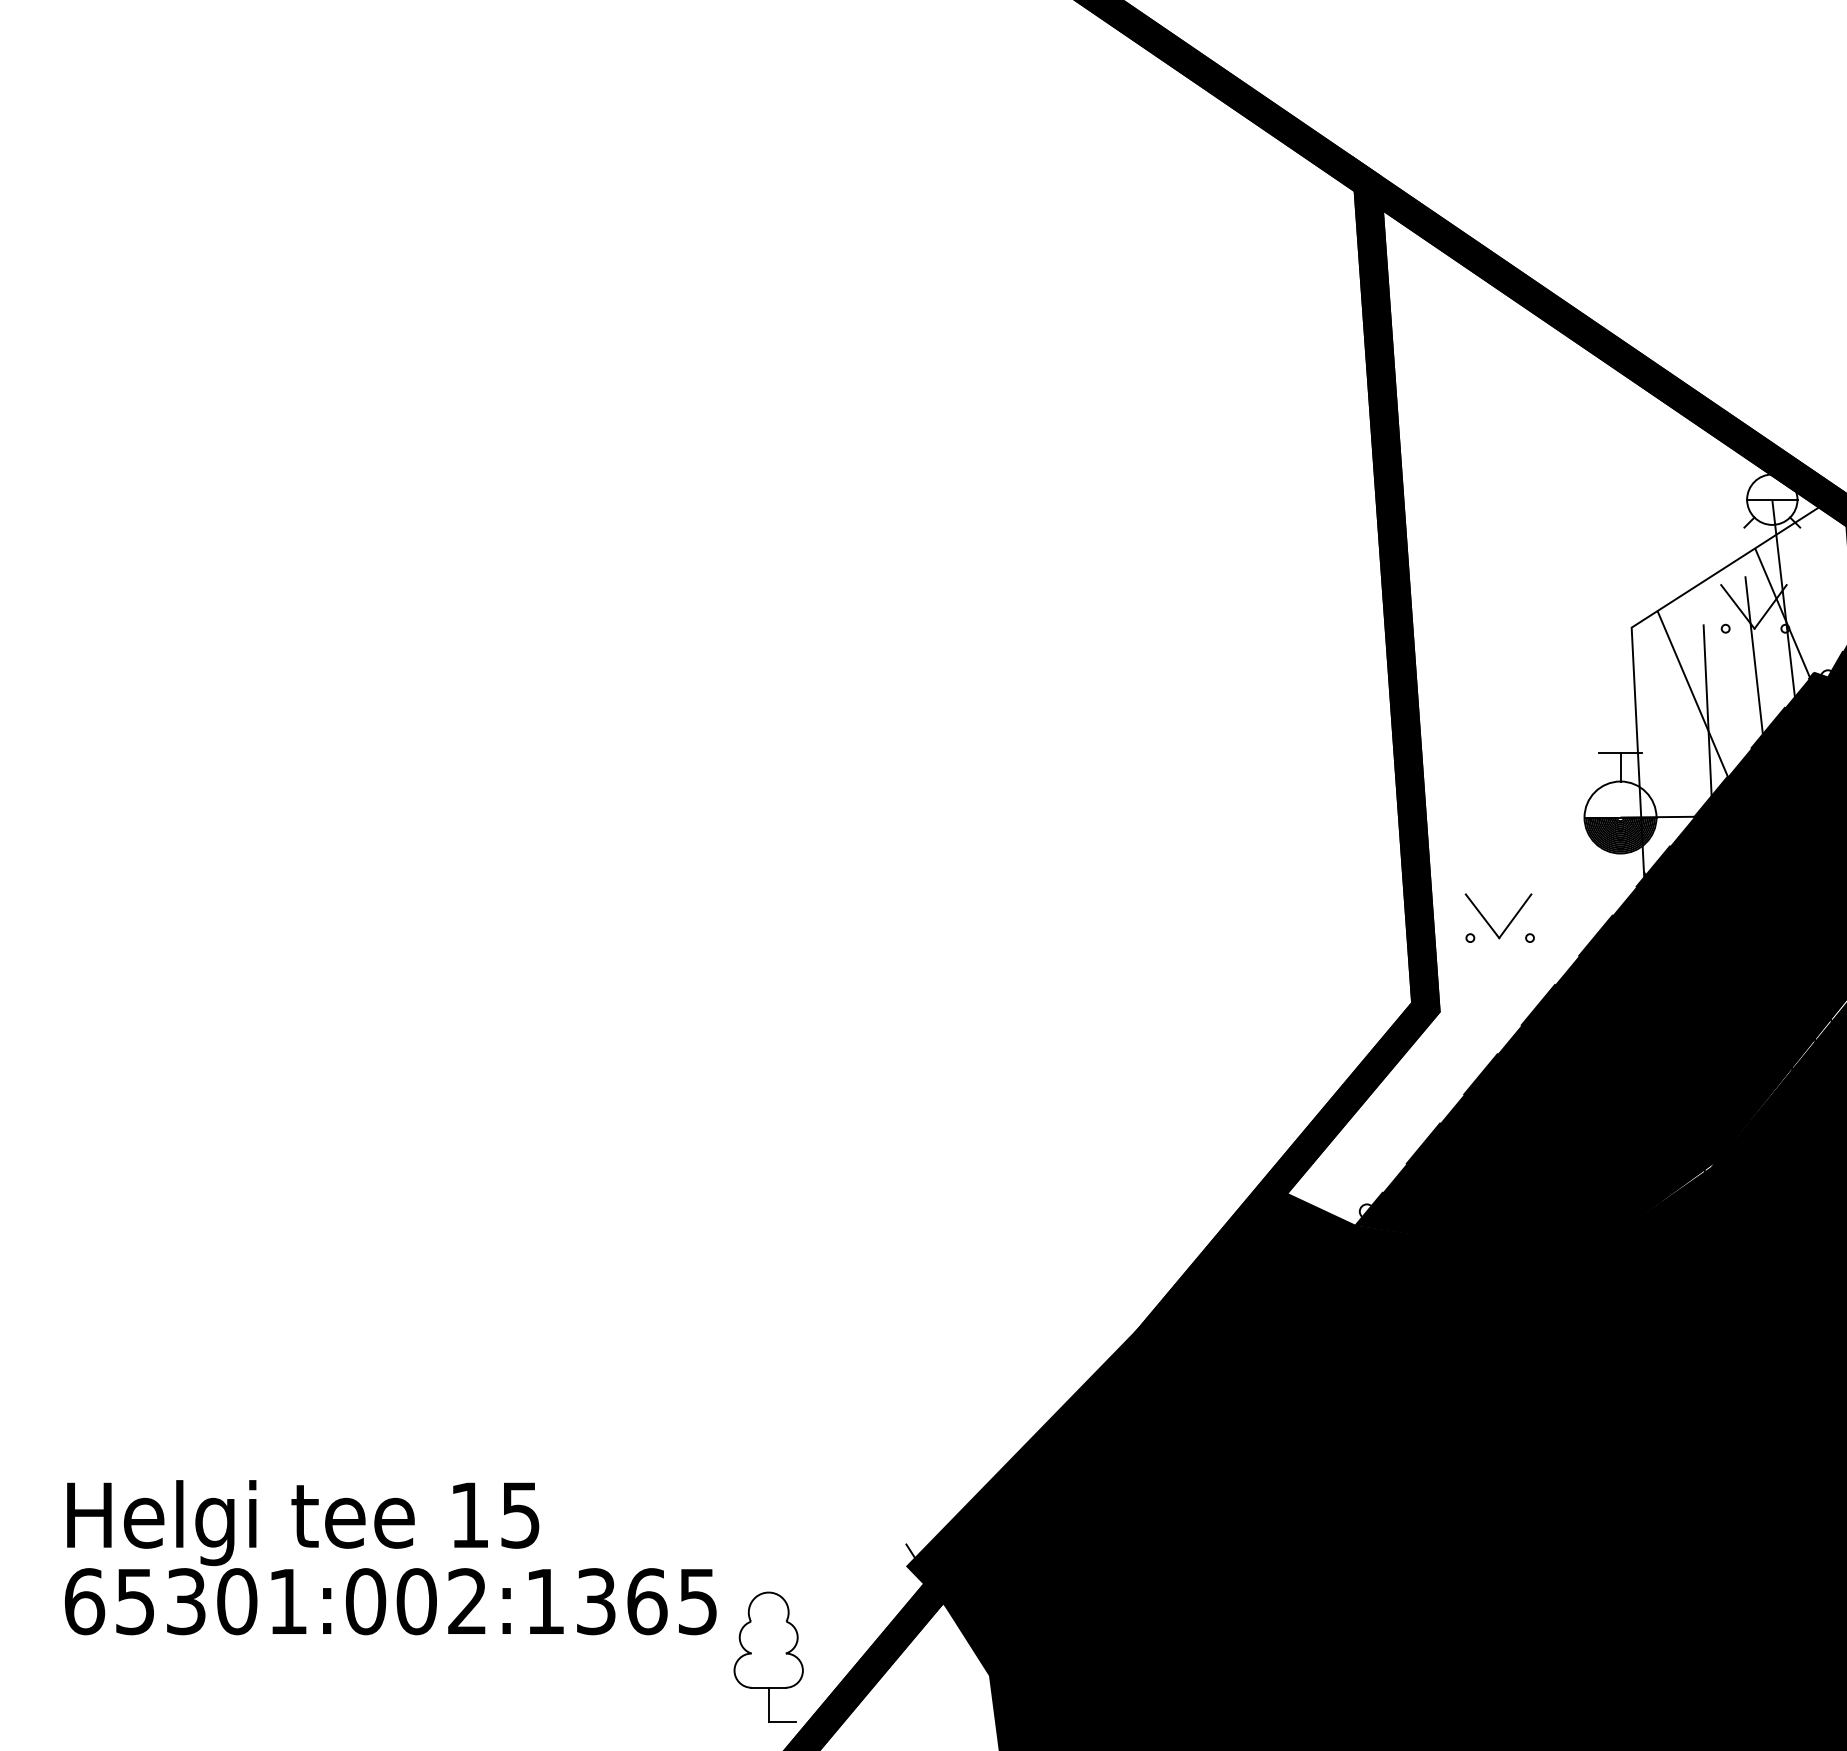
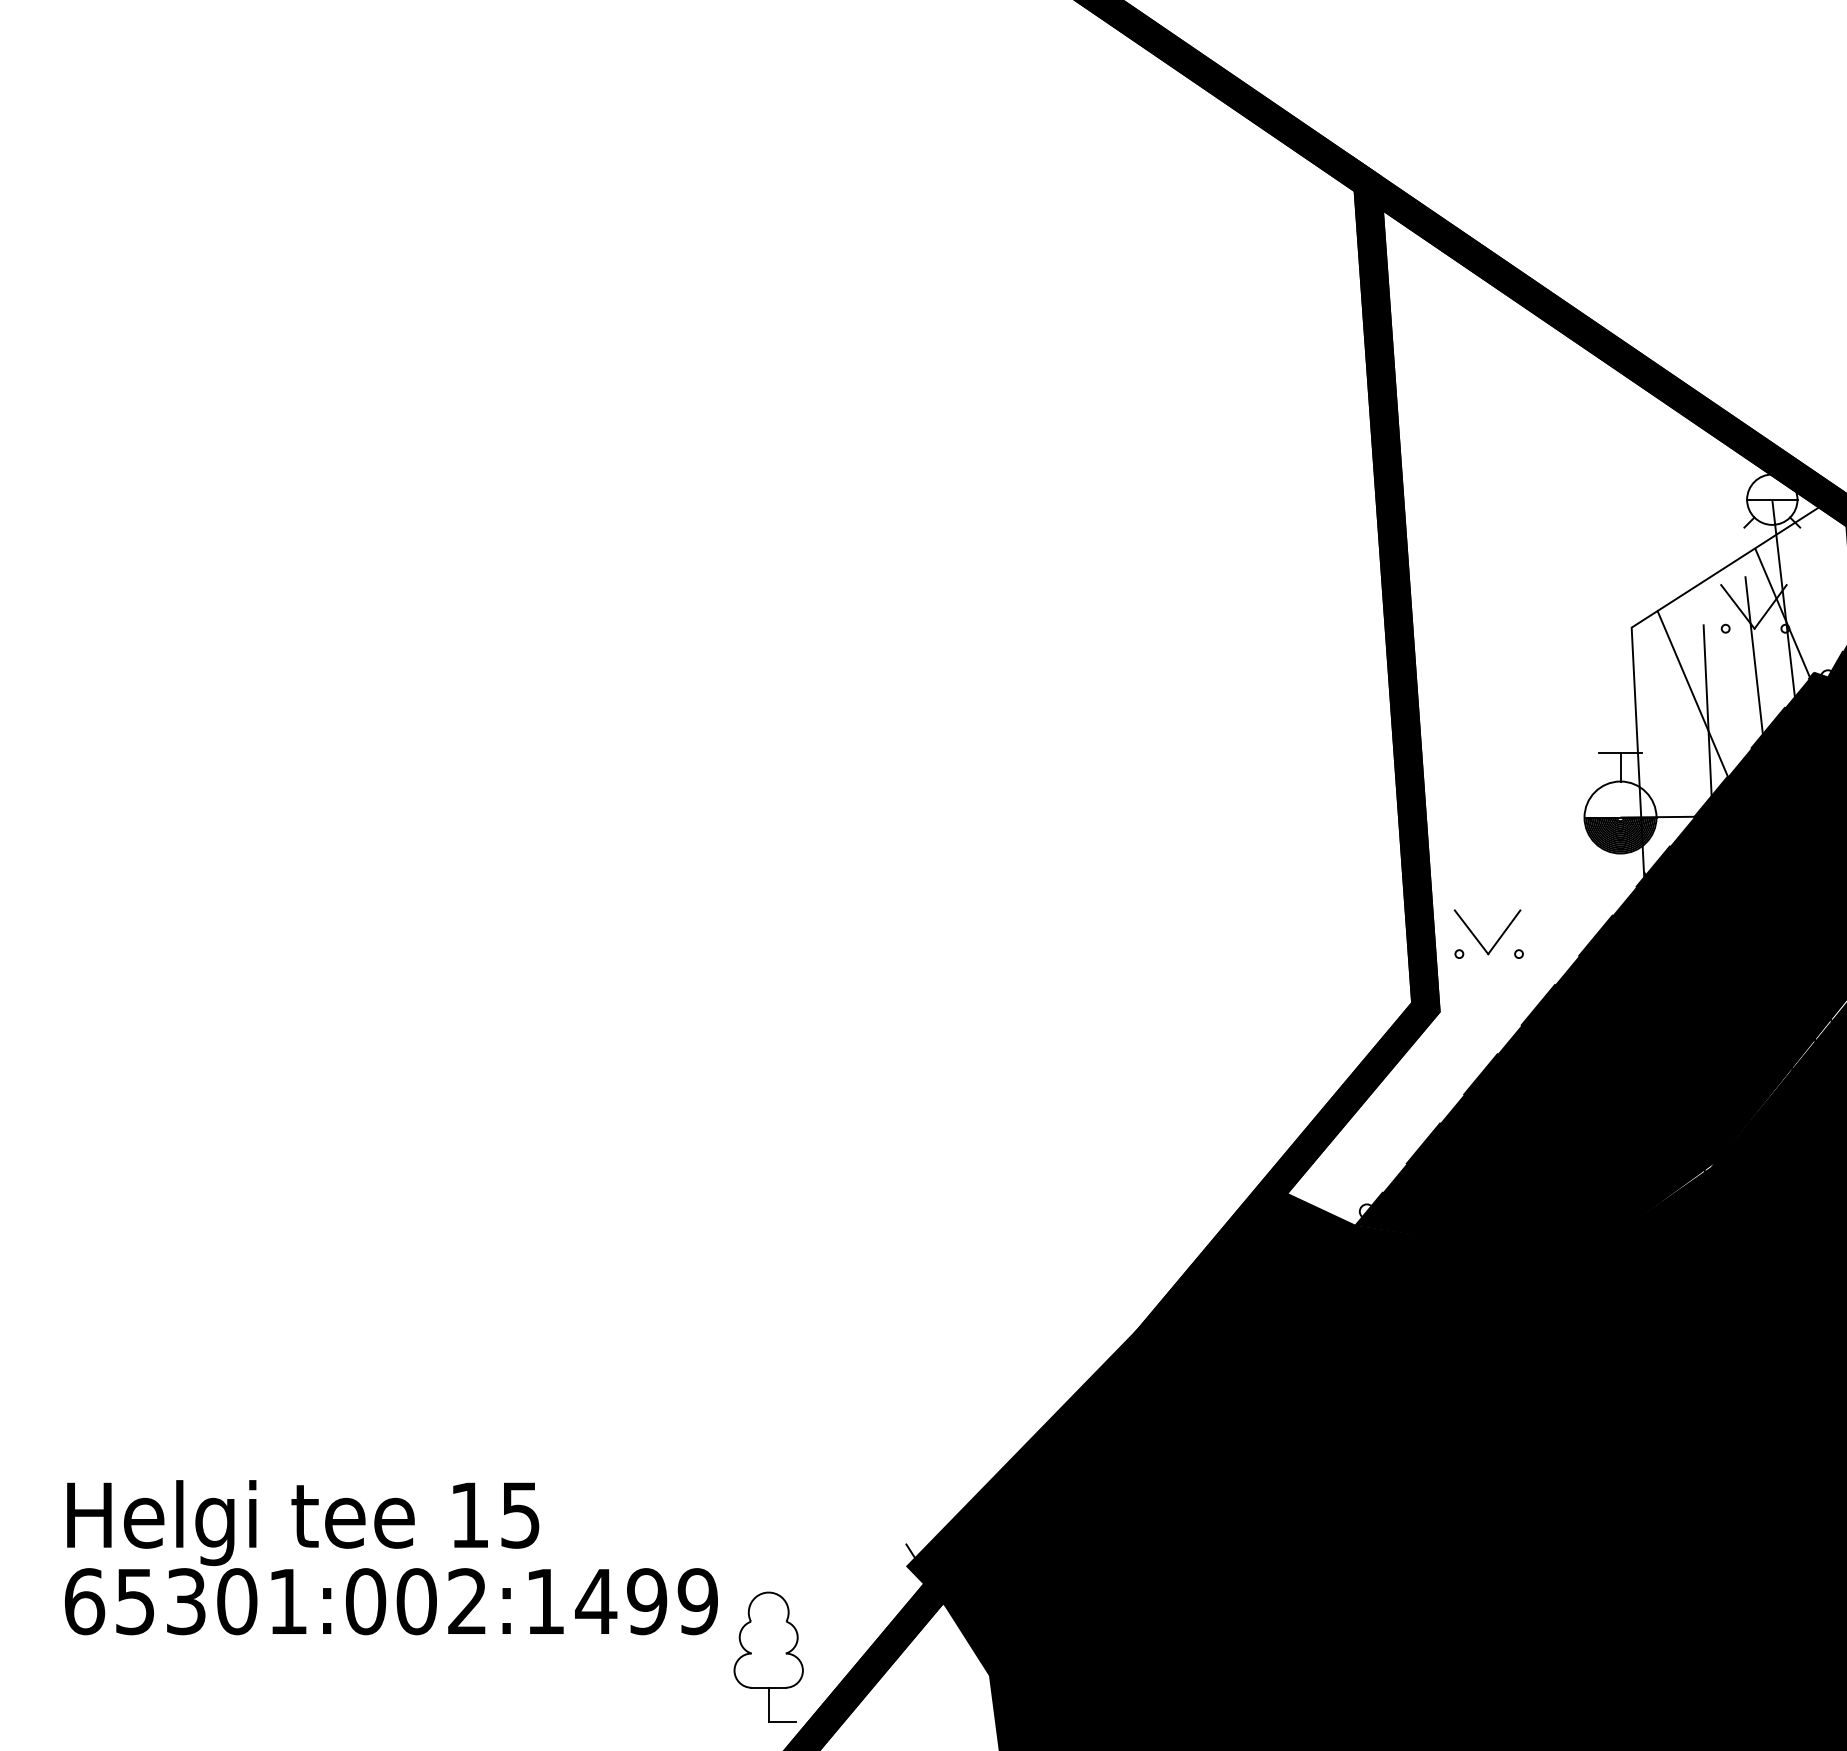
part at (1508, 923) position: (1508, 923) -> (1497, 939)
text at (646, 1601): 65301:002:1365 -> 65301:002:1499
